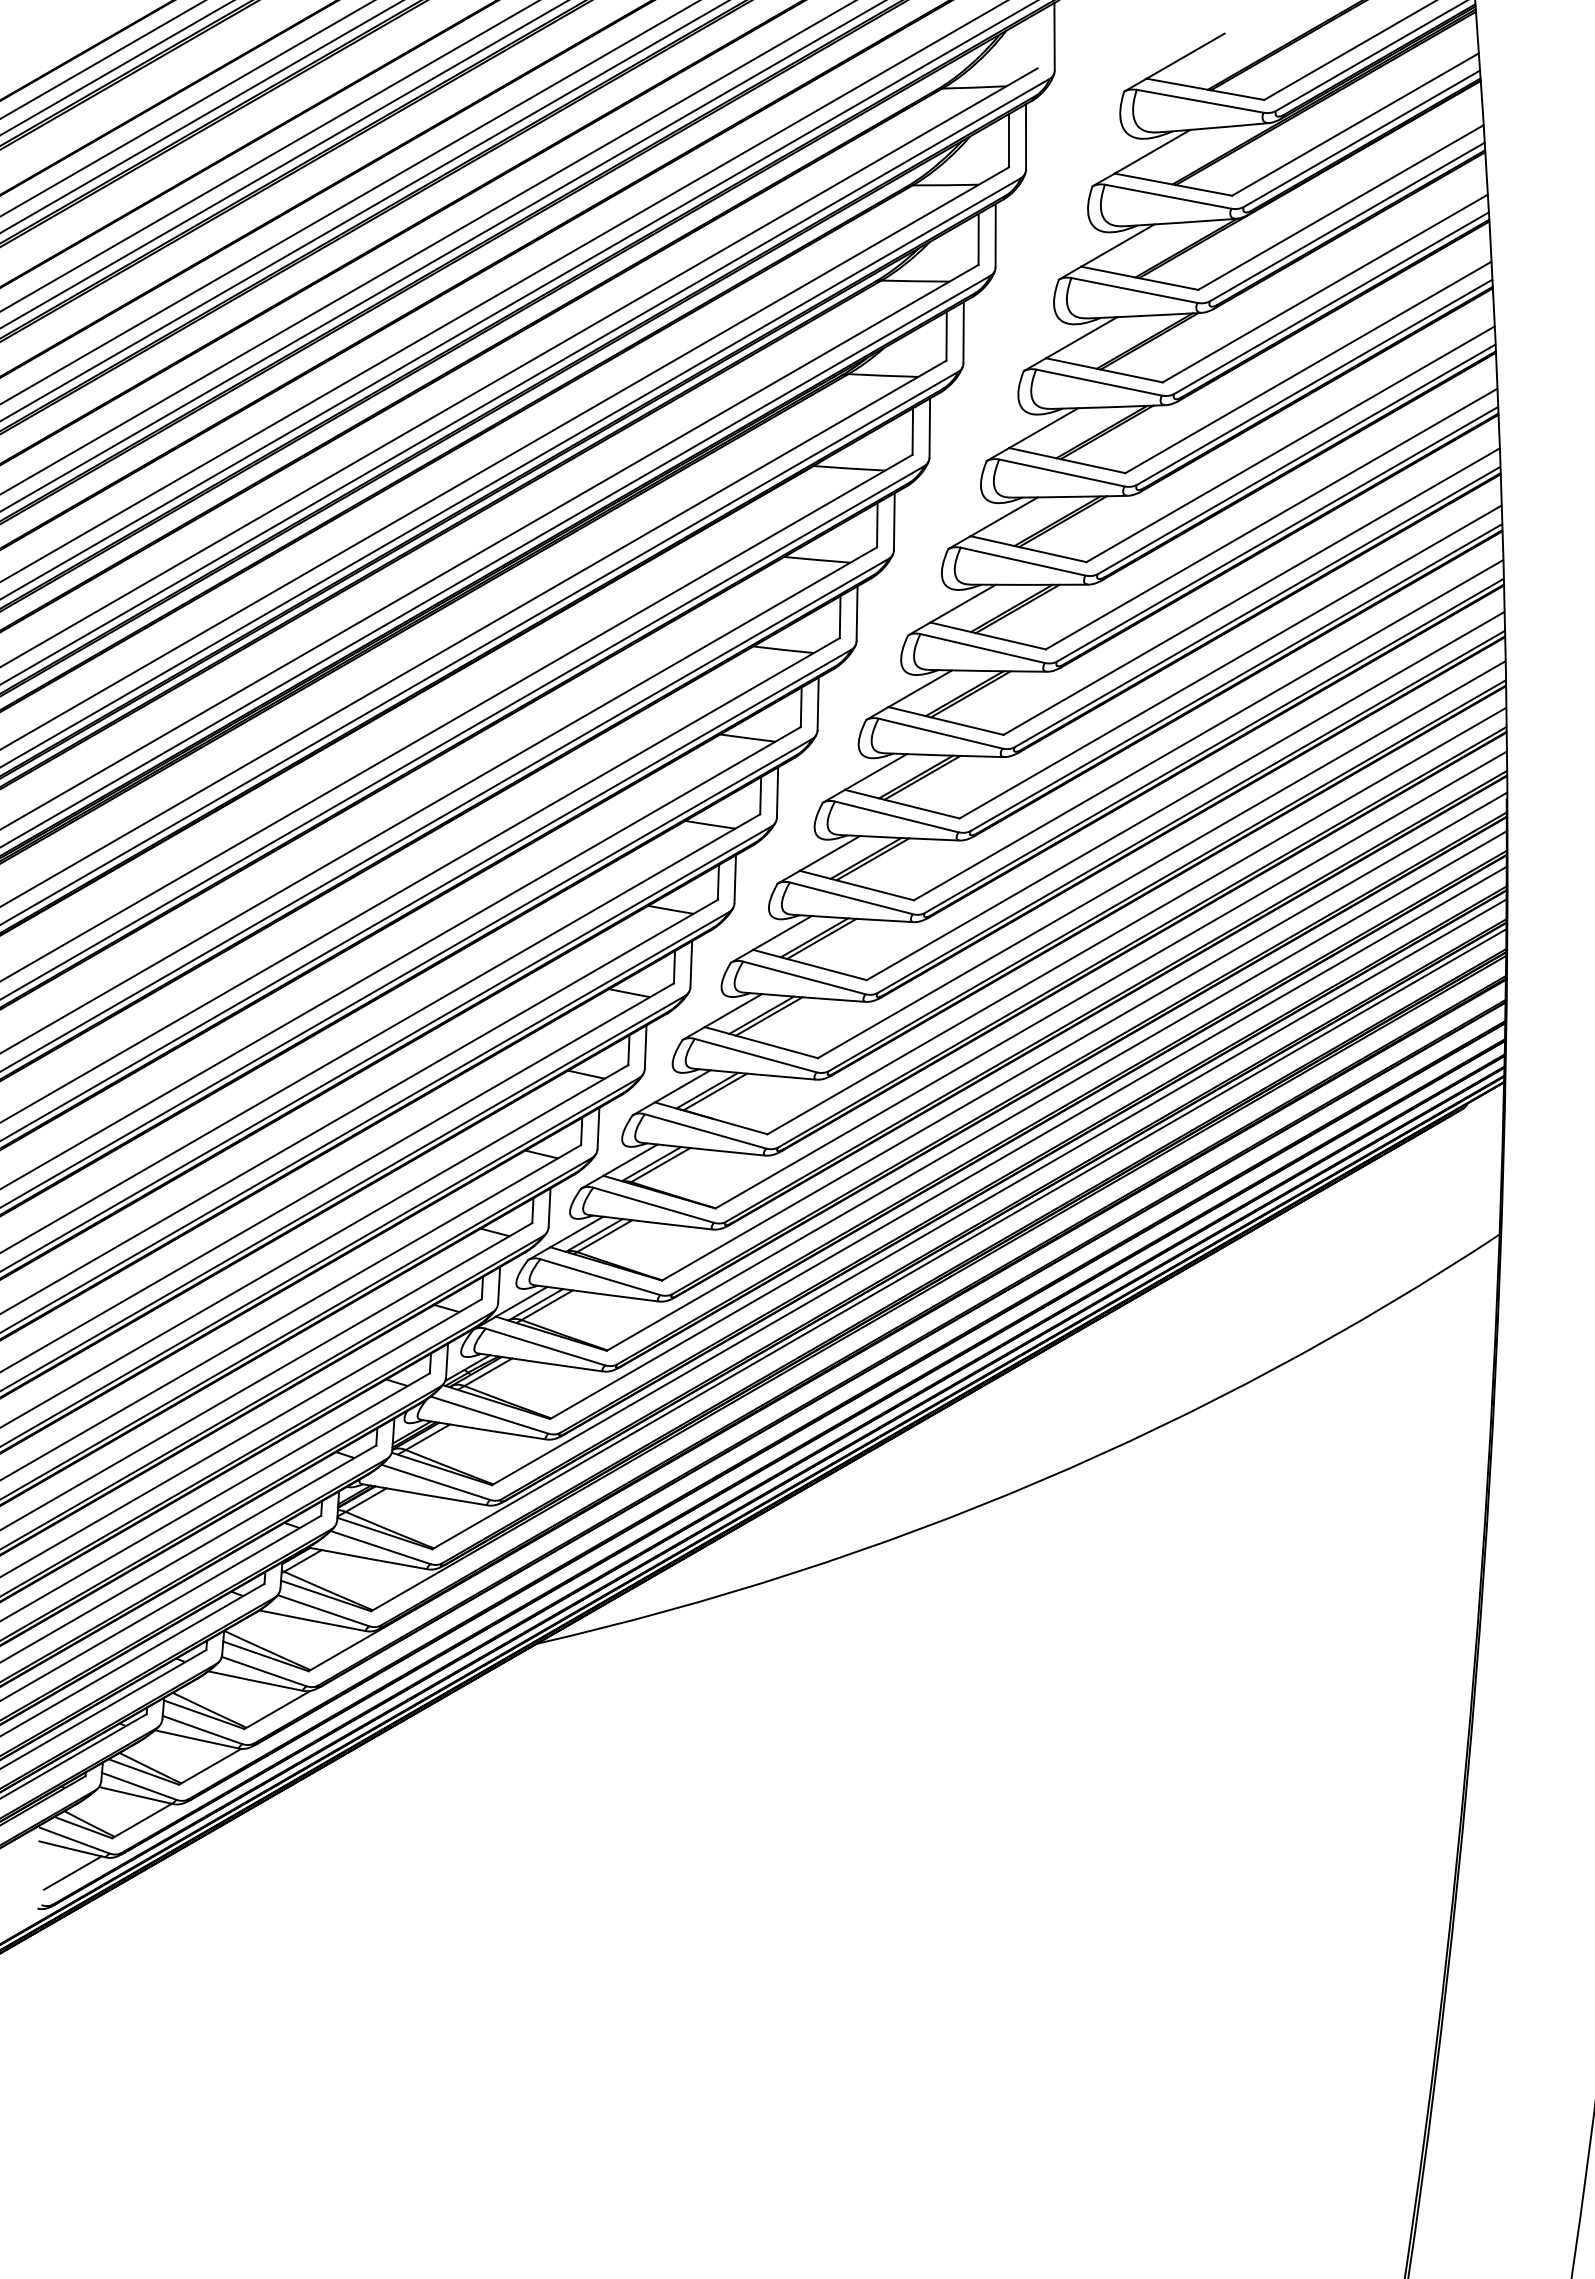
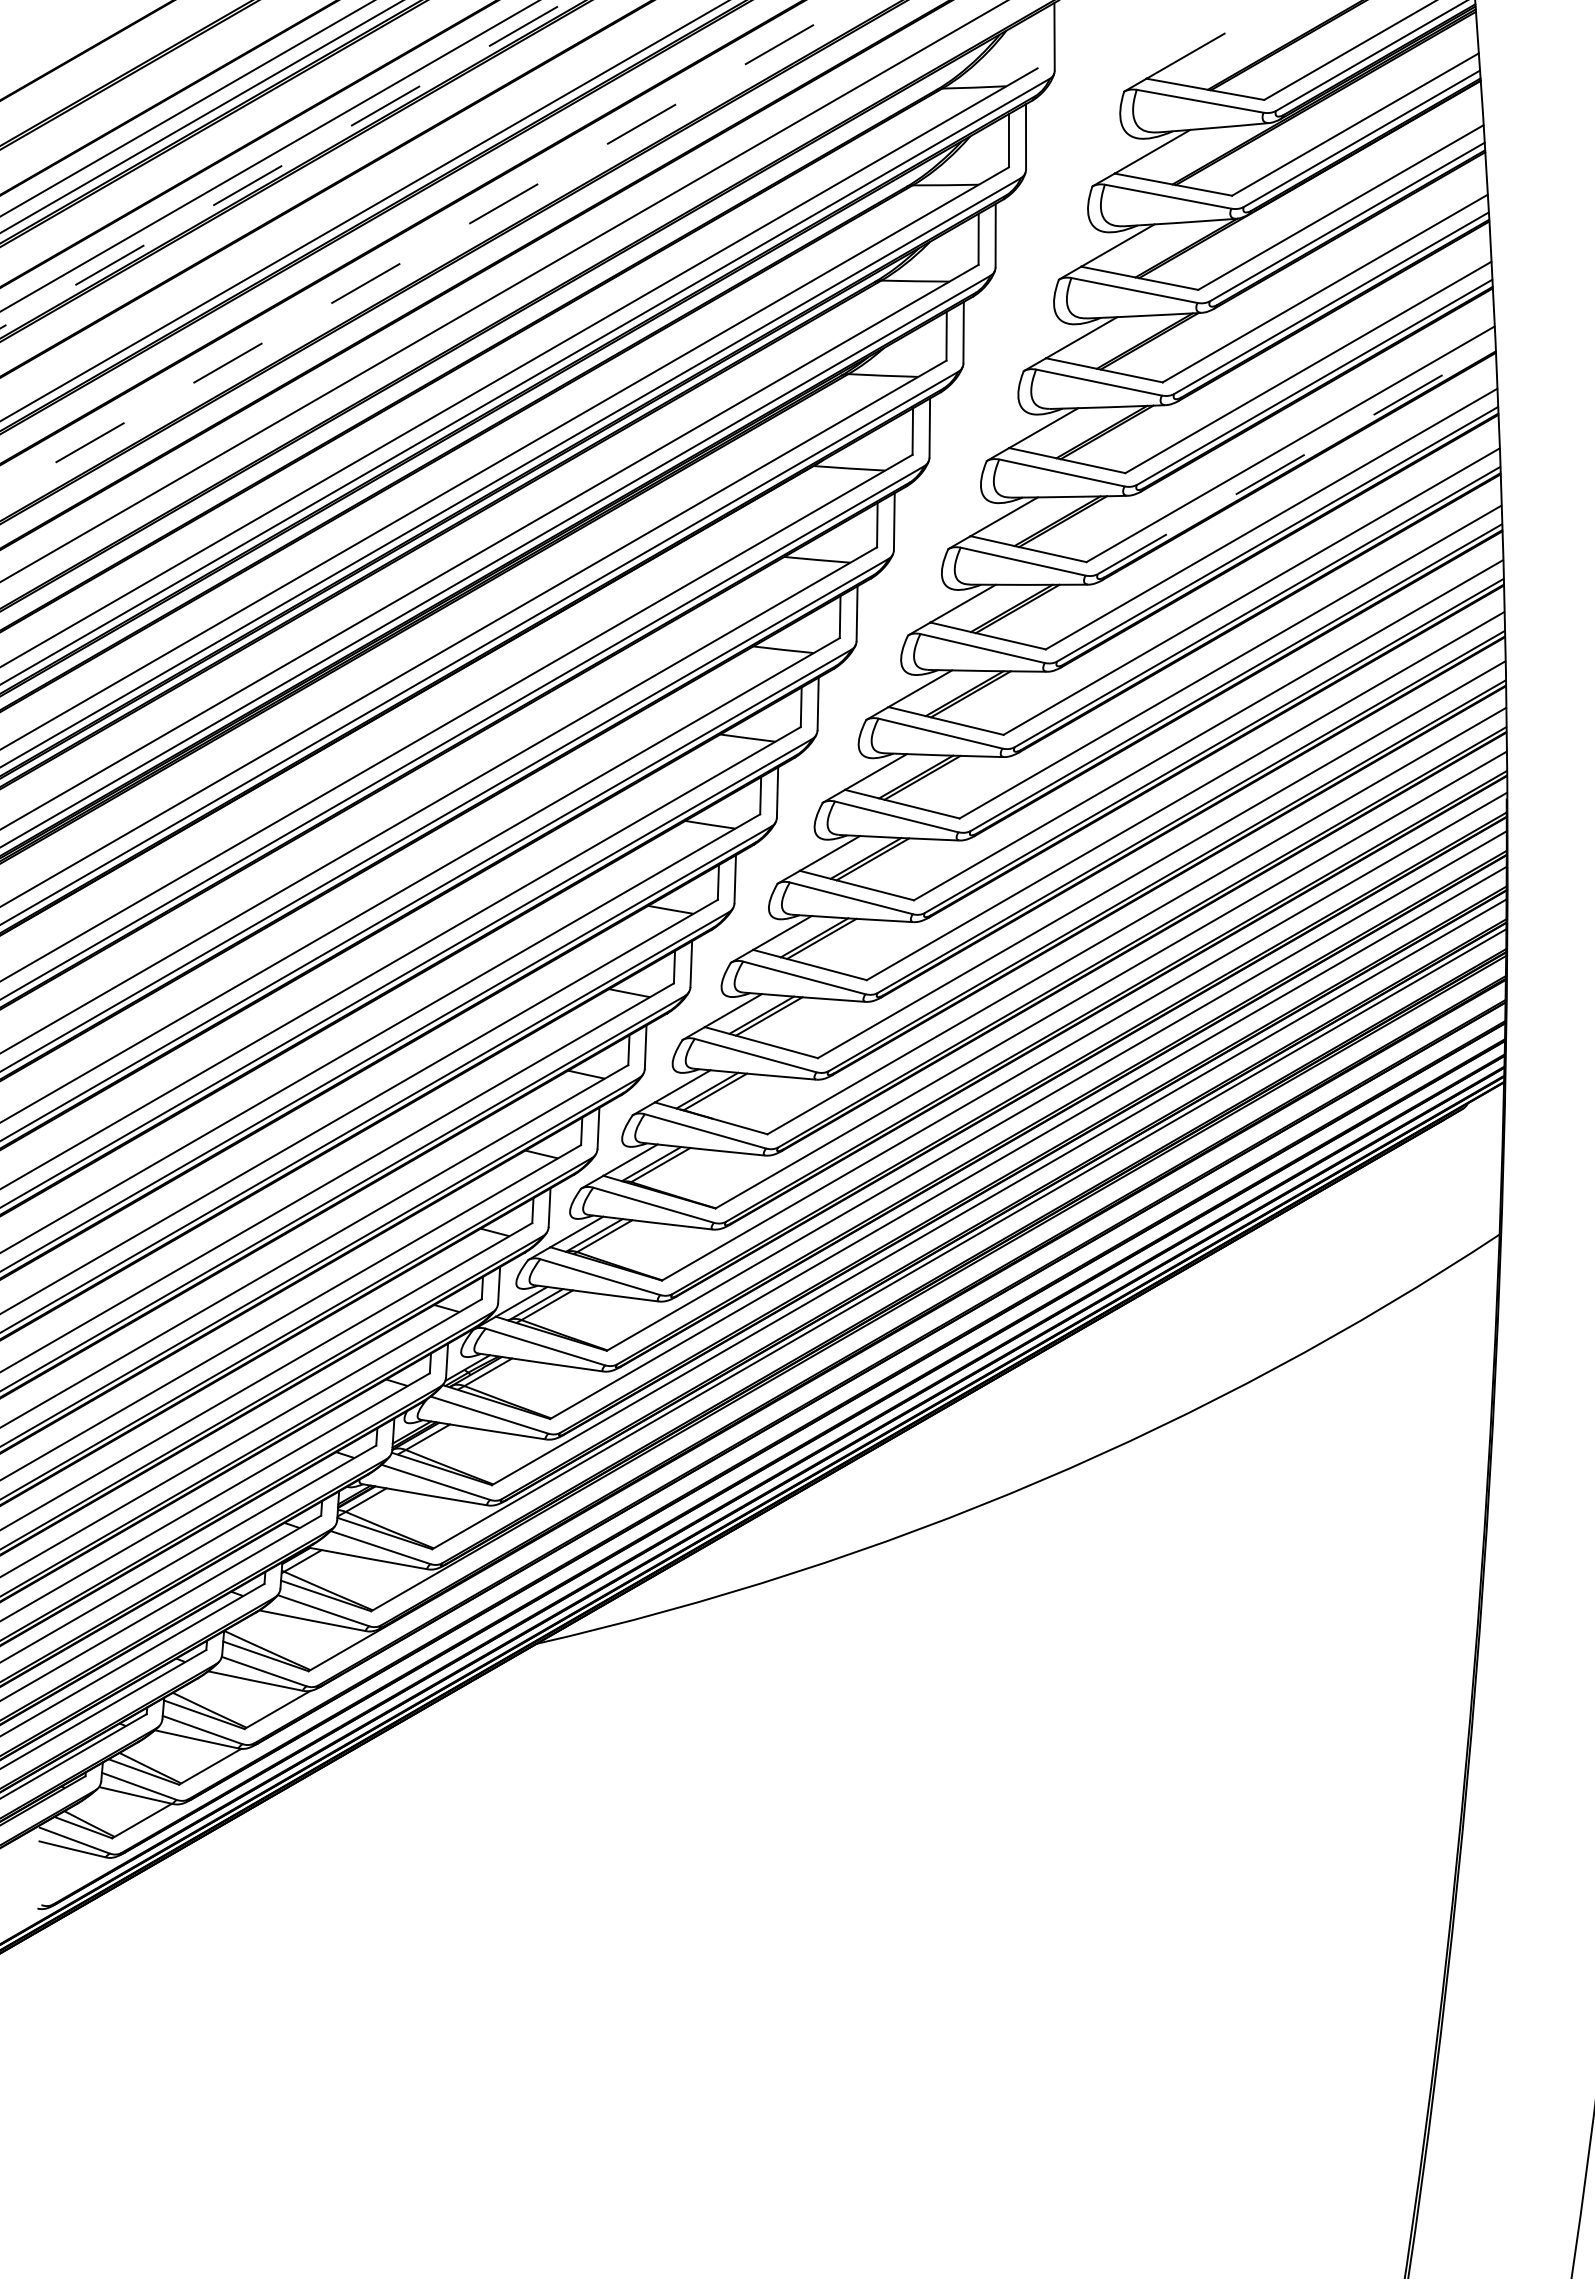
line at (102, 60): present -> none
line at (116, 67): present -> none
line at (285, 164): solid -> dashed
line at (349, 202): present -> none
line at (428, 247): solid -> dashed
line at (442, 256): present -> none
line at (518, 300): present -> none
line at (1297, 459): solid -> dashed
line at (72, 1872): present -> none
